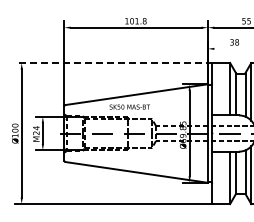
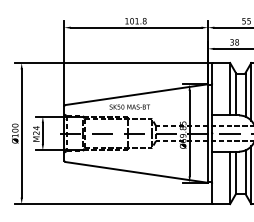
line at (232, 48): none -> present
line at (113, 63): dashed -> solid
